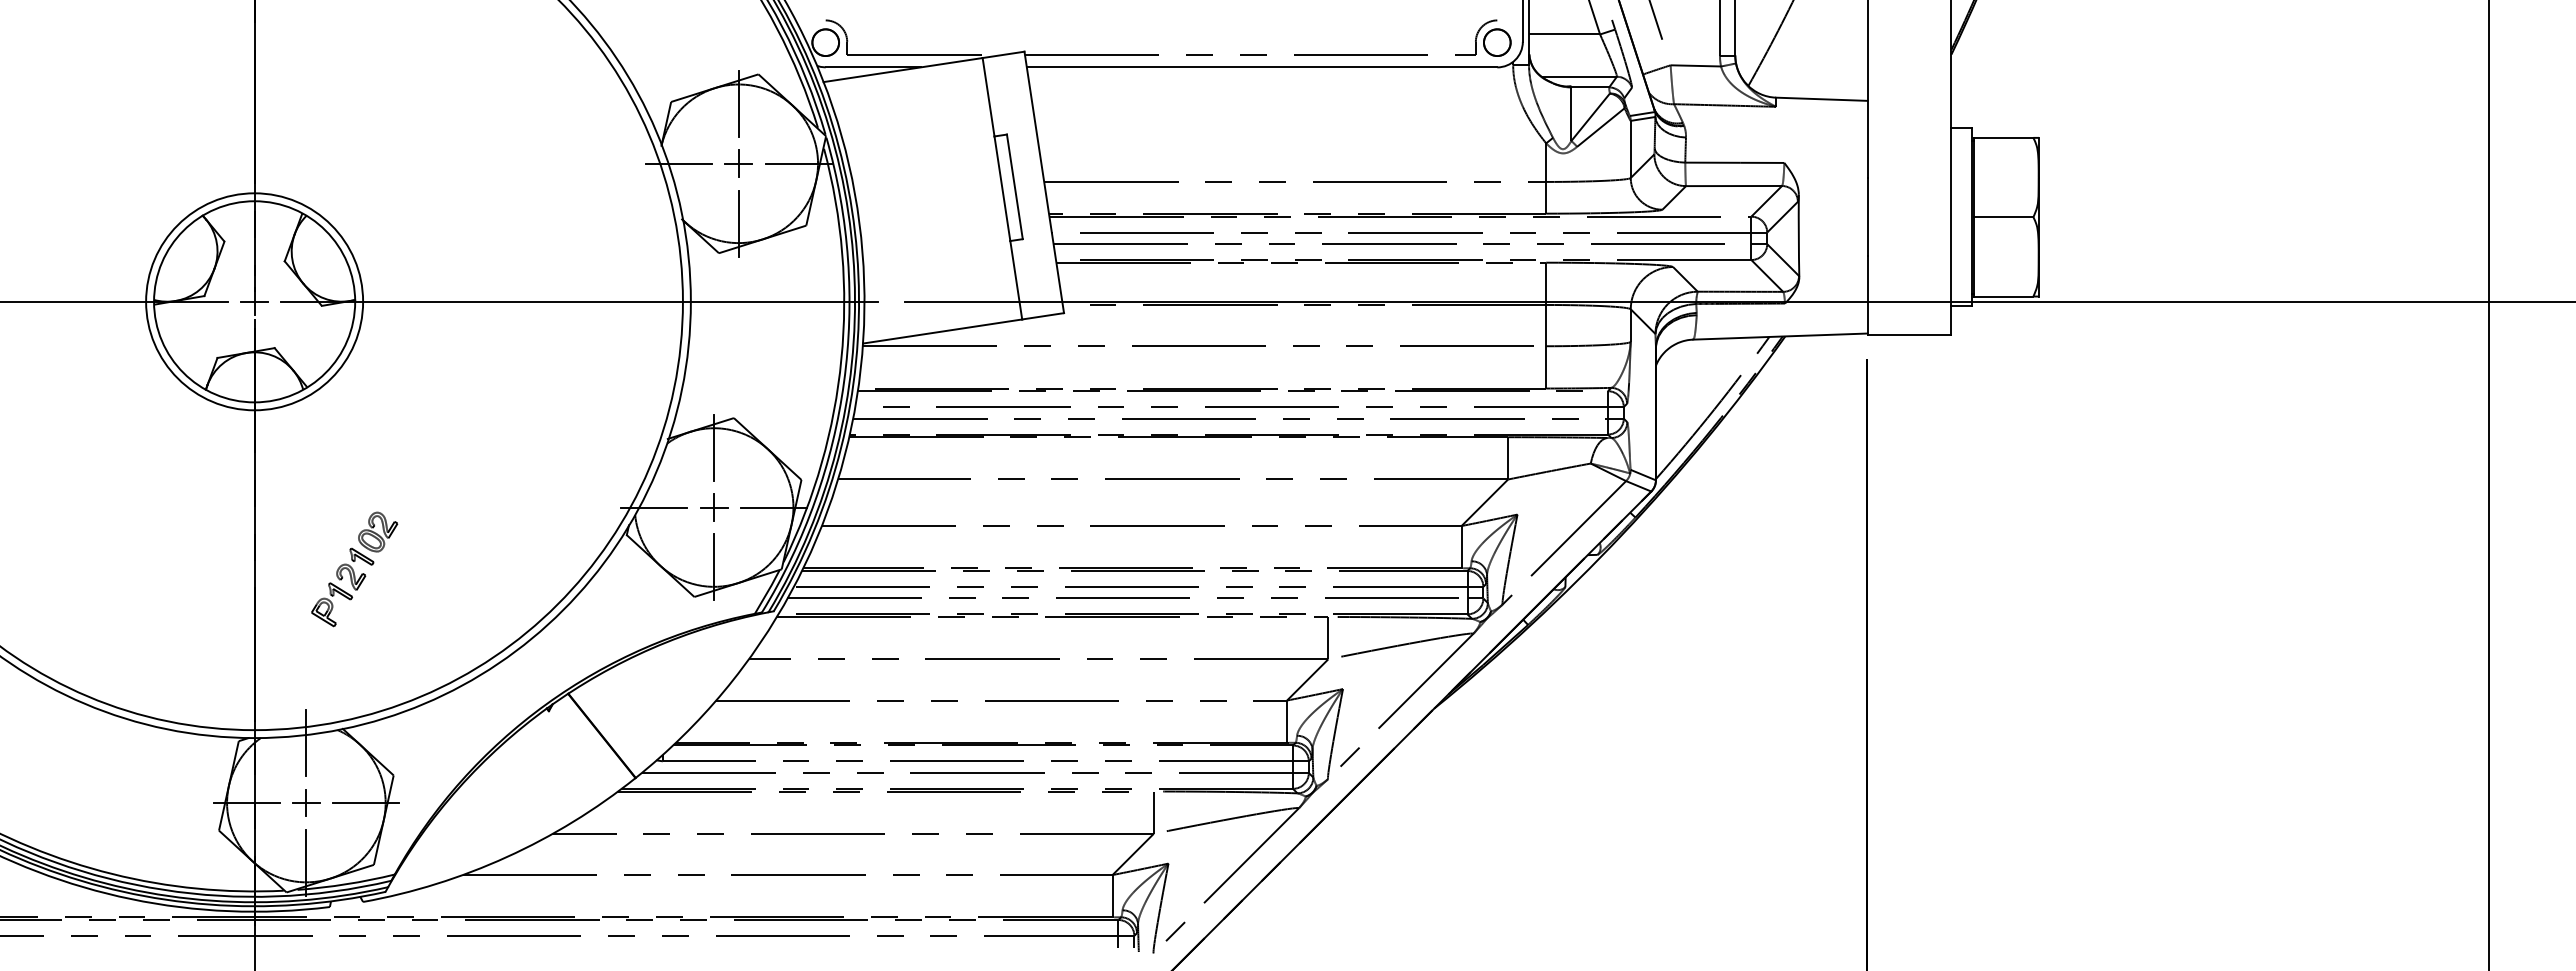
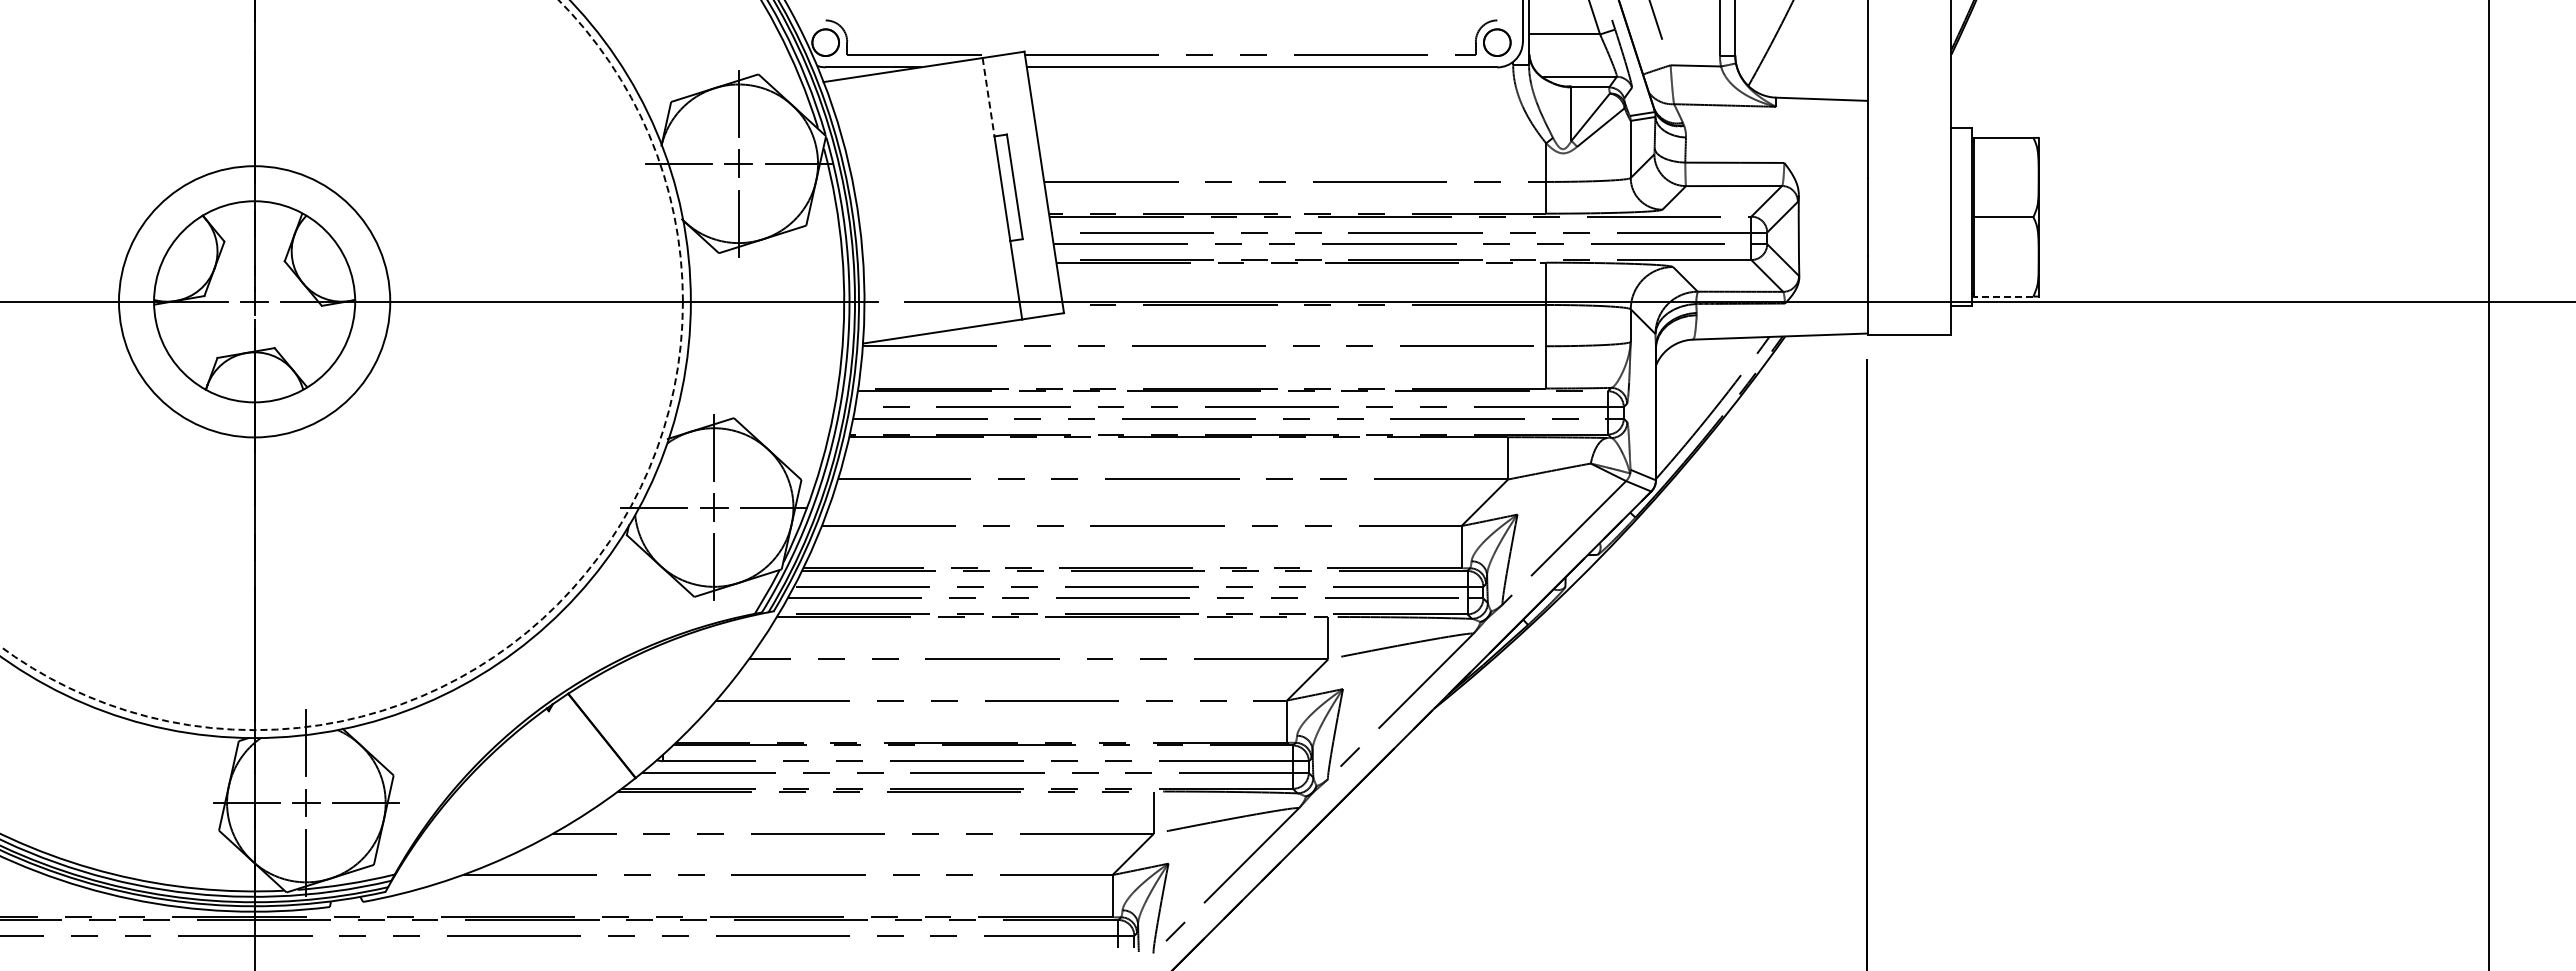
line at (988, 97): solid -> dashed
line at (2003, 296): solid -> dashed
circle at (254, 301) diameter: 217 px -> 271 px
circle at (341, 365): solid -> dashed
part at (354, 569): present -> none
